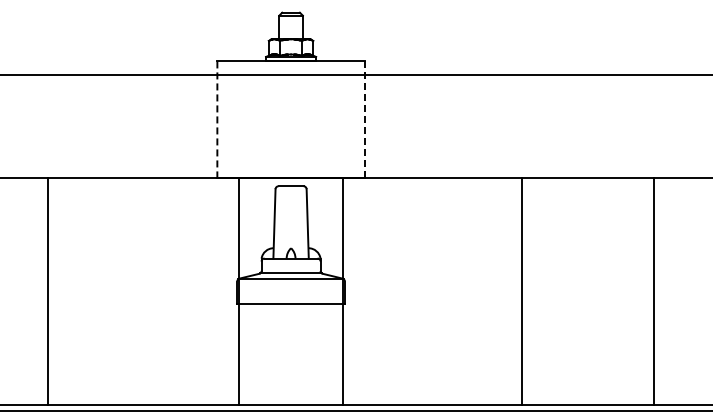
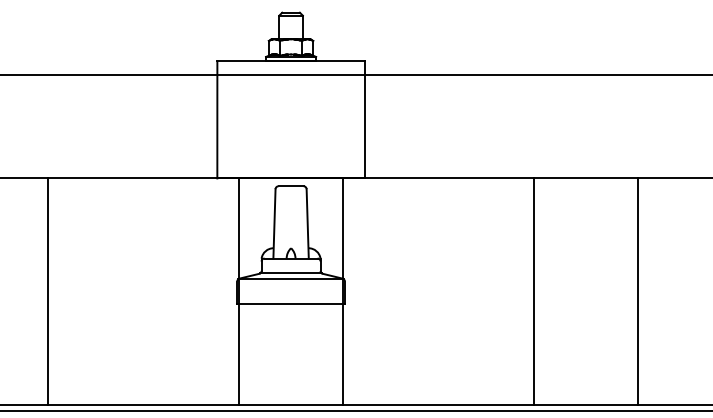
line at (217, 119): dashed -> solid
line at (364, 119): dashed -> solid
line at (522, 291) position: (522, 291) -> (534, 291)
line at (653, 291) position: (653, 291) -> (637, 291)
